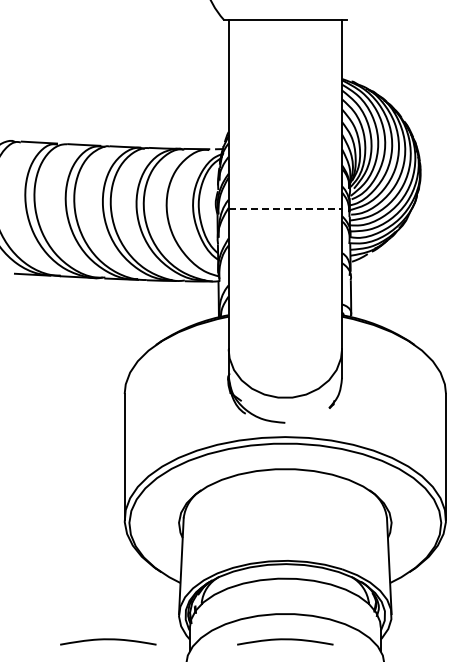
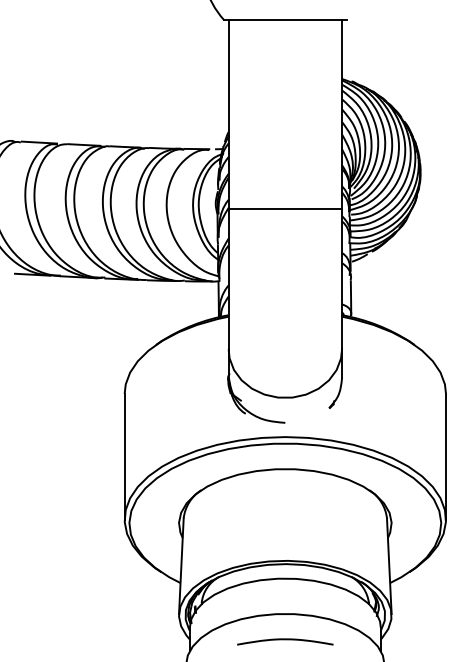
line at (285, 208): dashed -> solid
curve at (108, 640): present -> none
